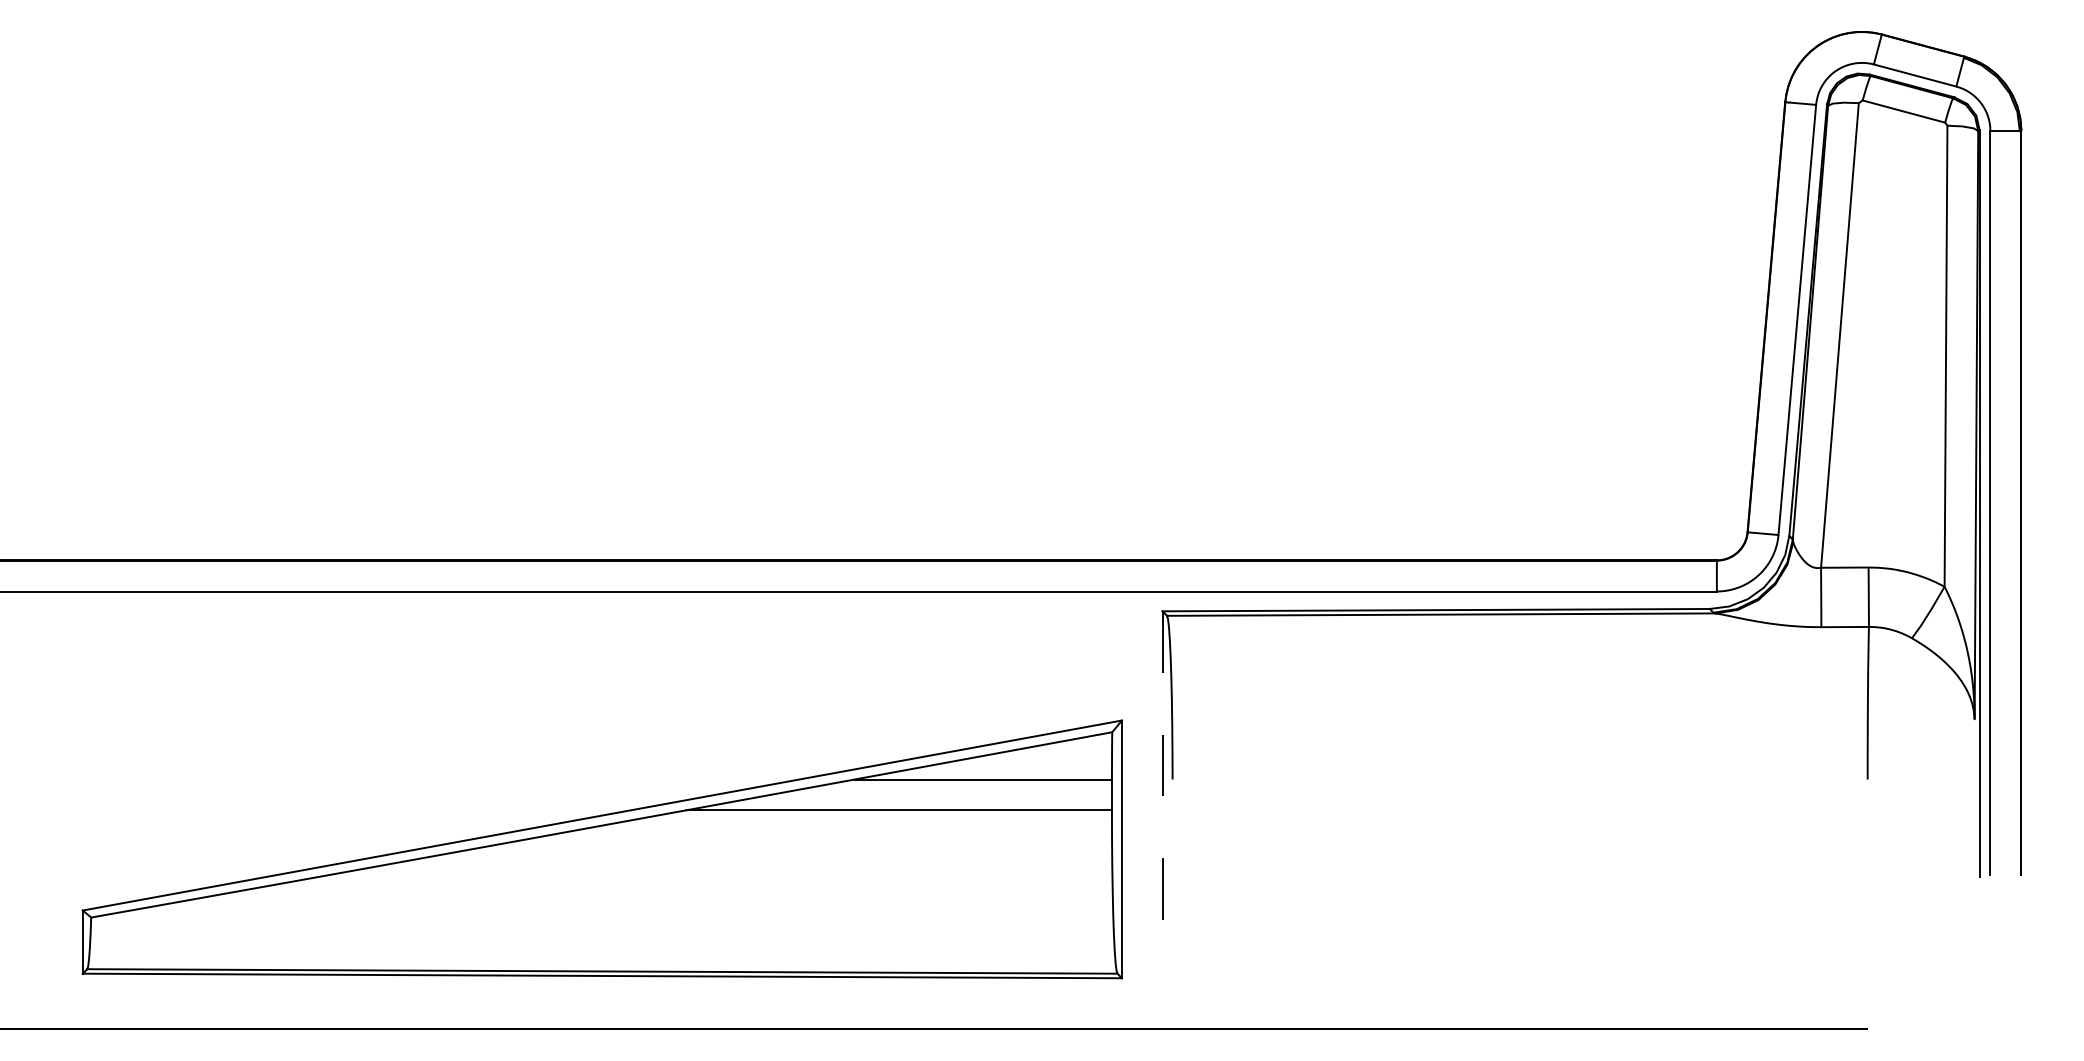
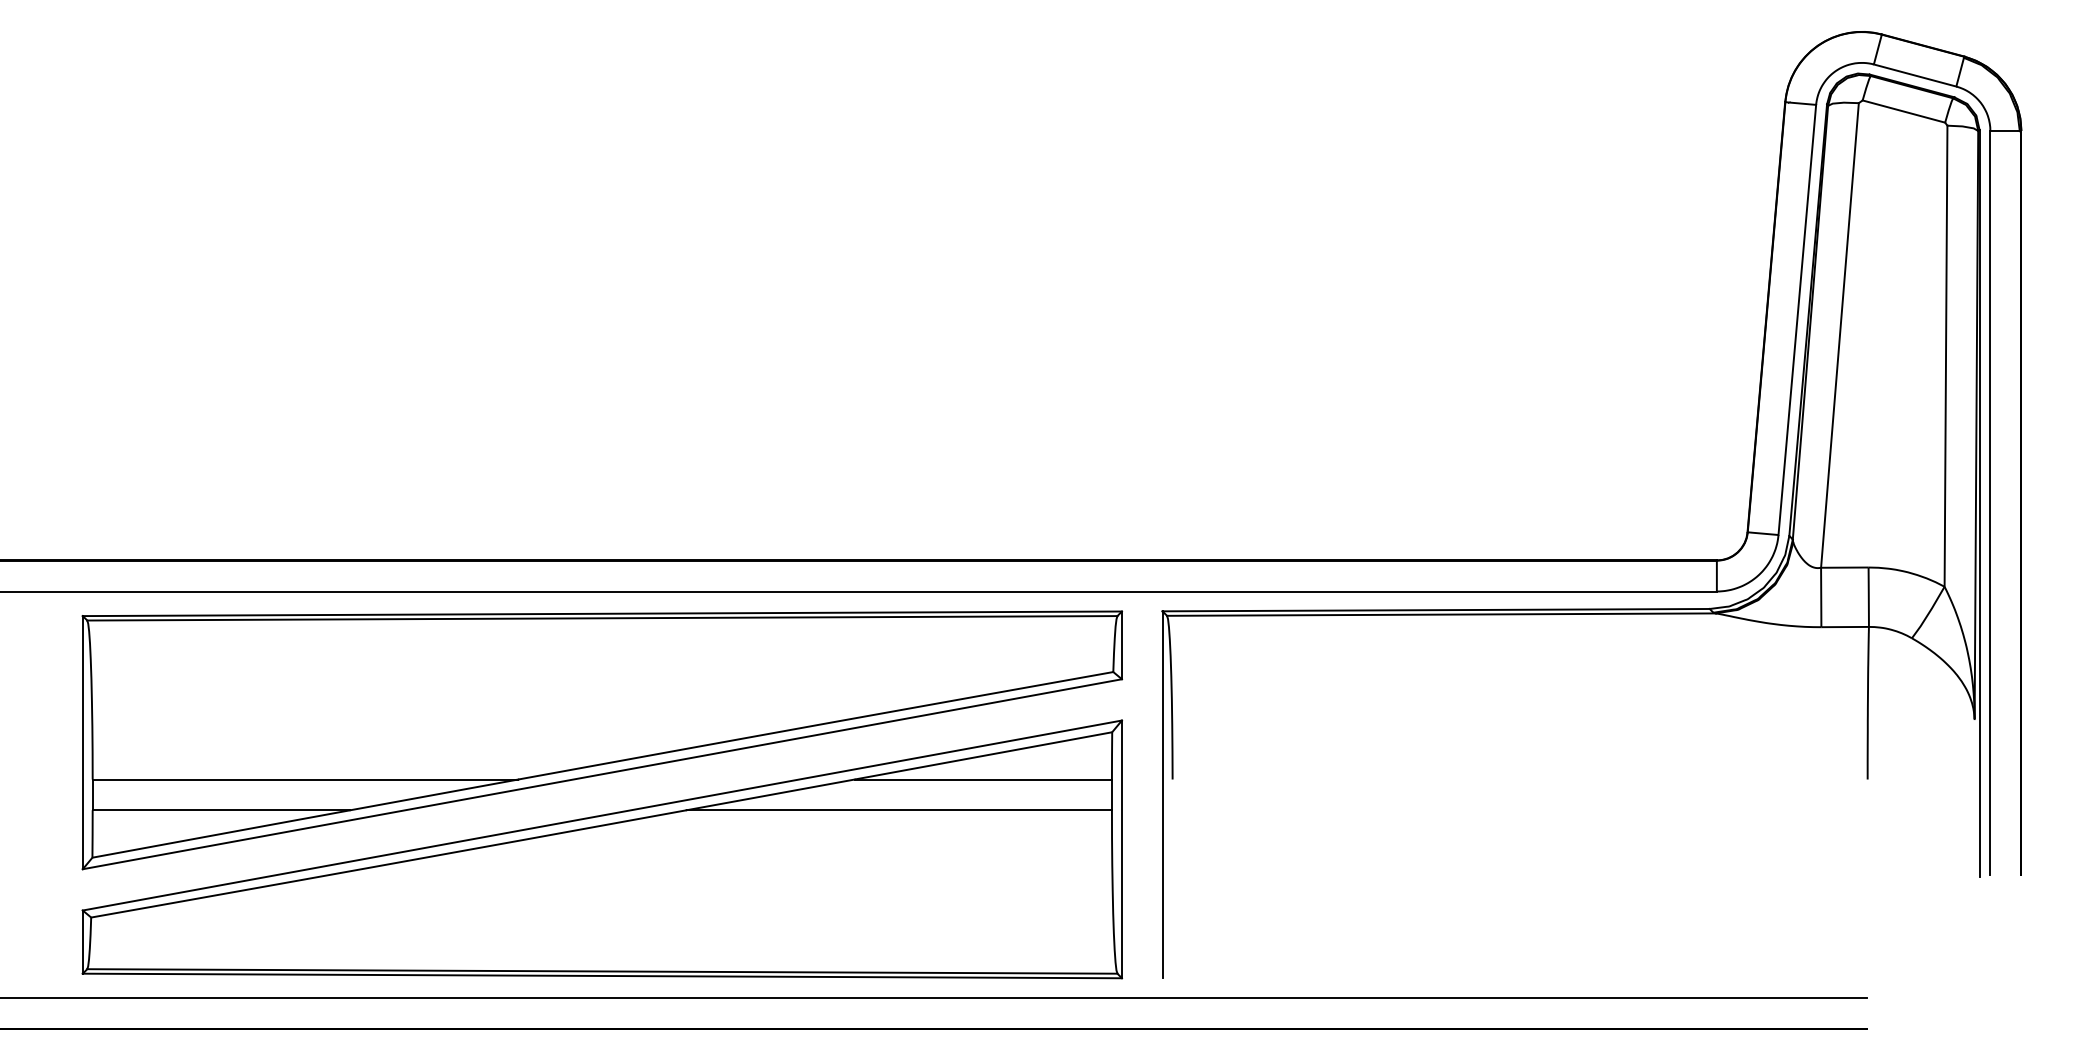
part at (601, 740): none -> present
line at (1162, 794): dashed -> solid
line at (934, 998): none -> present
